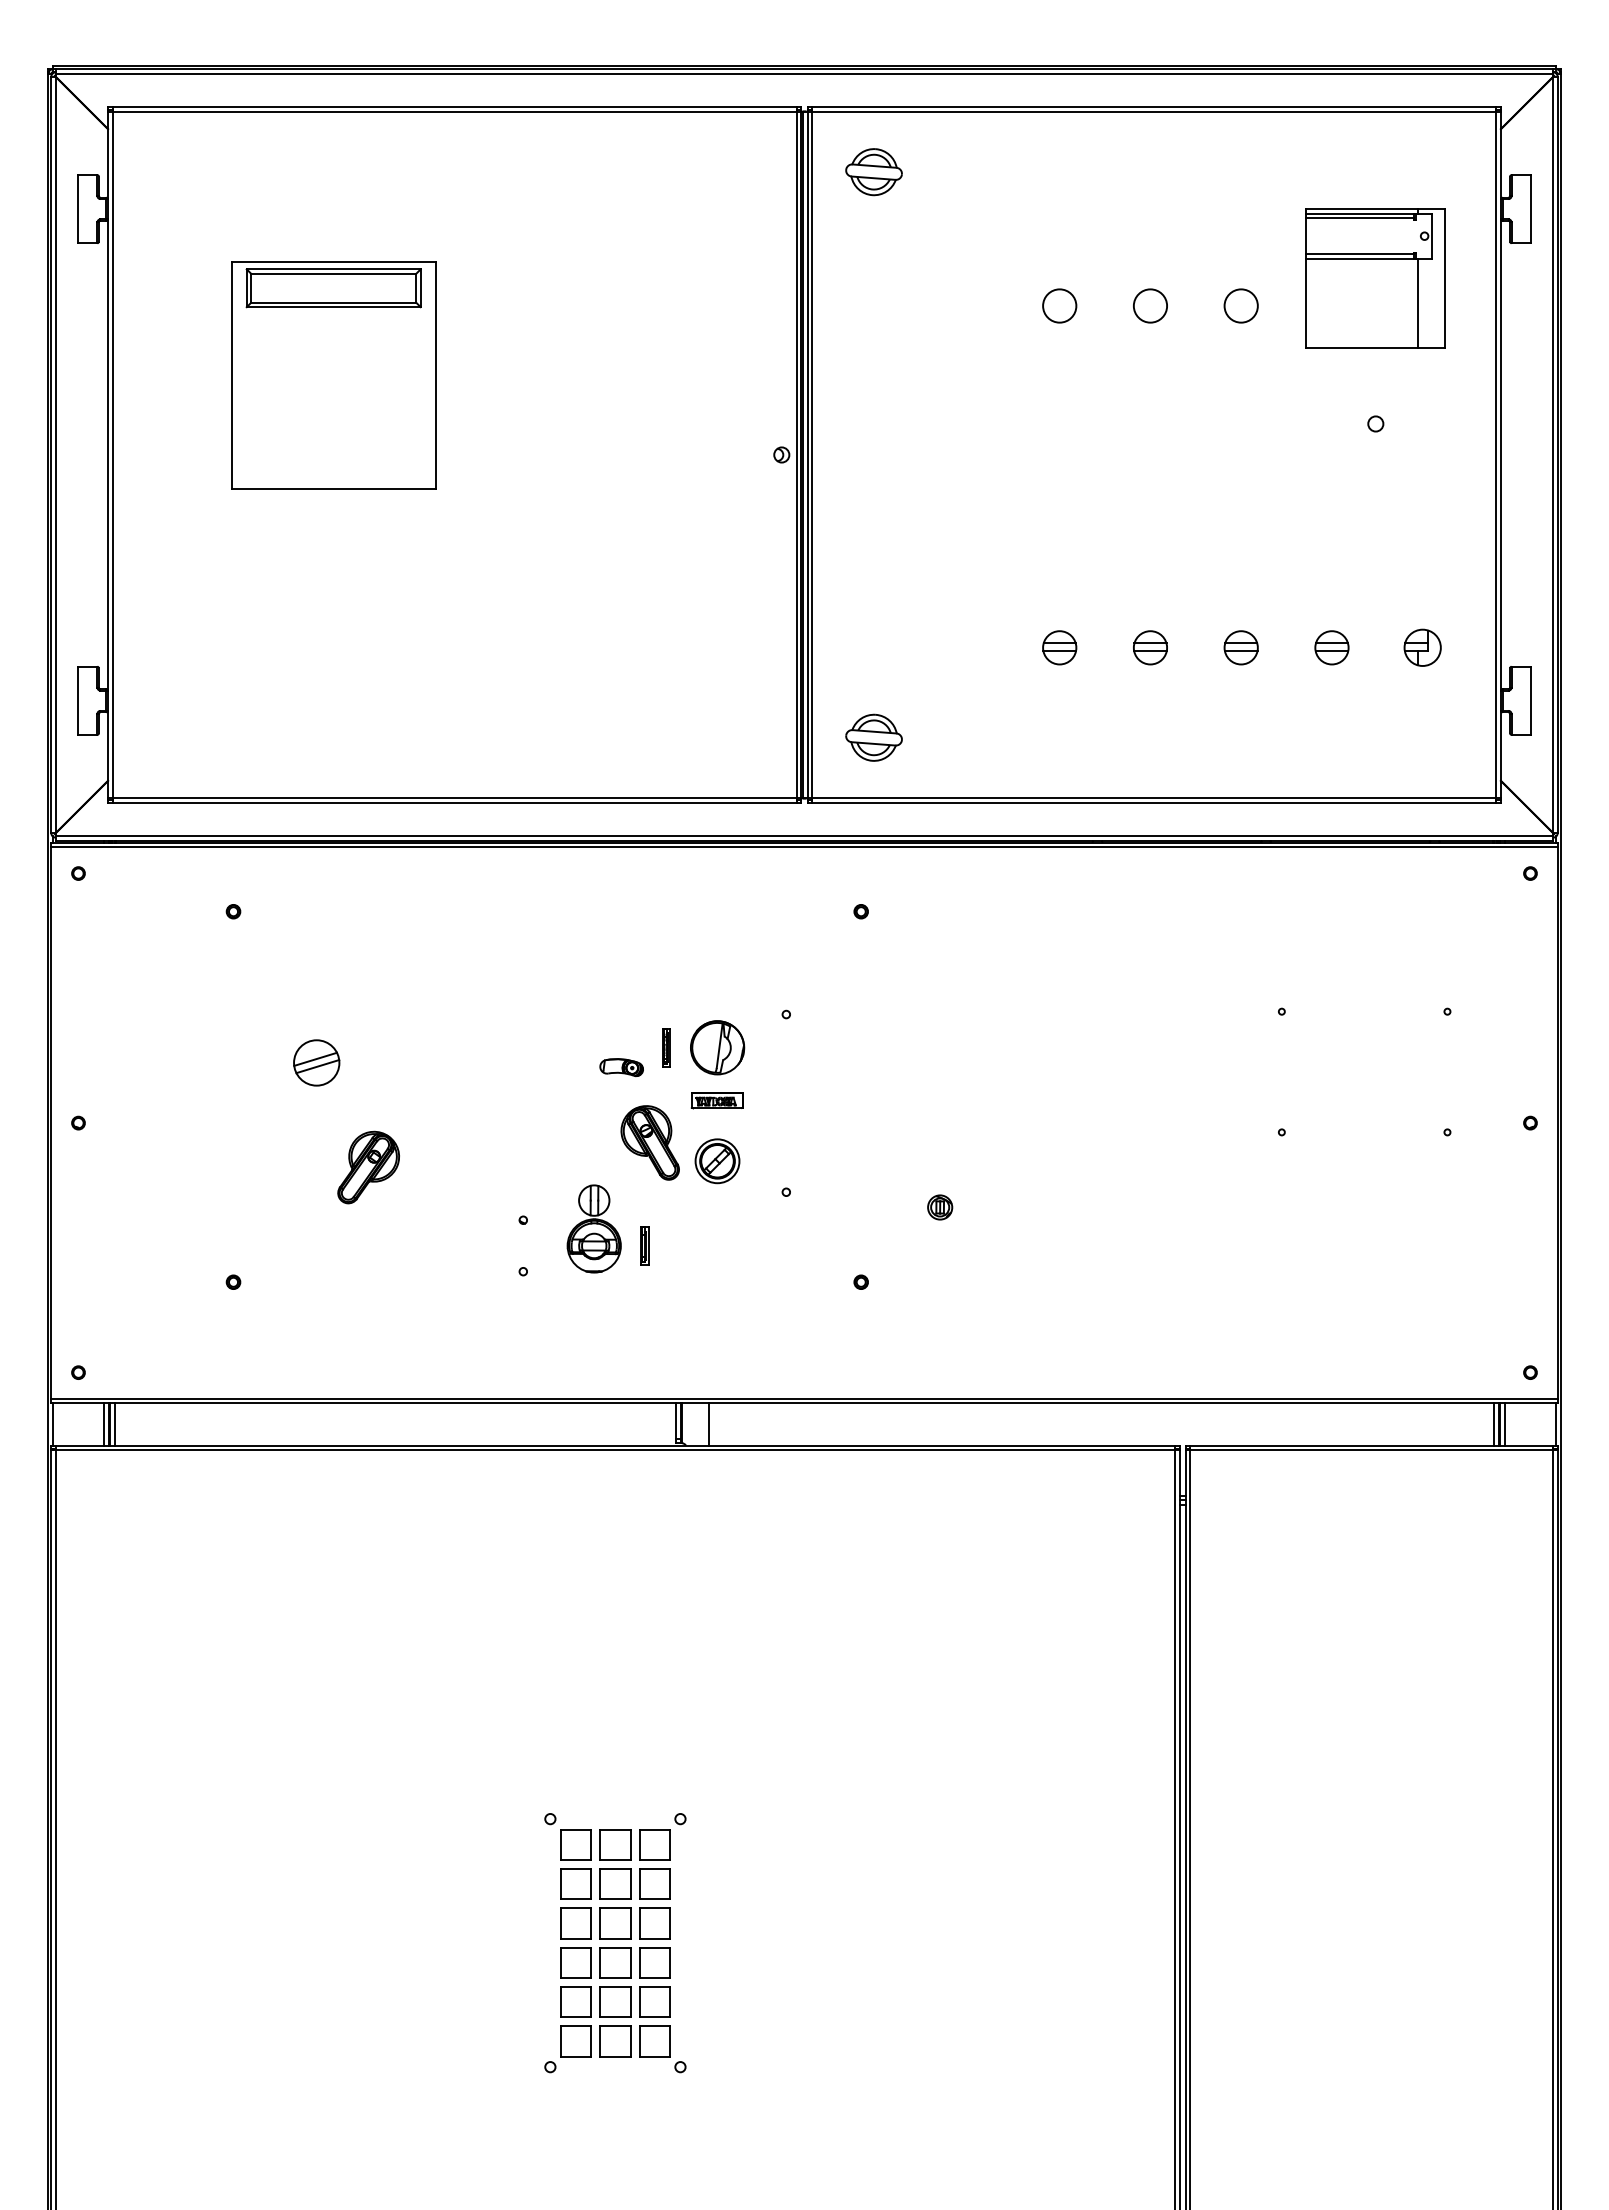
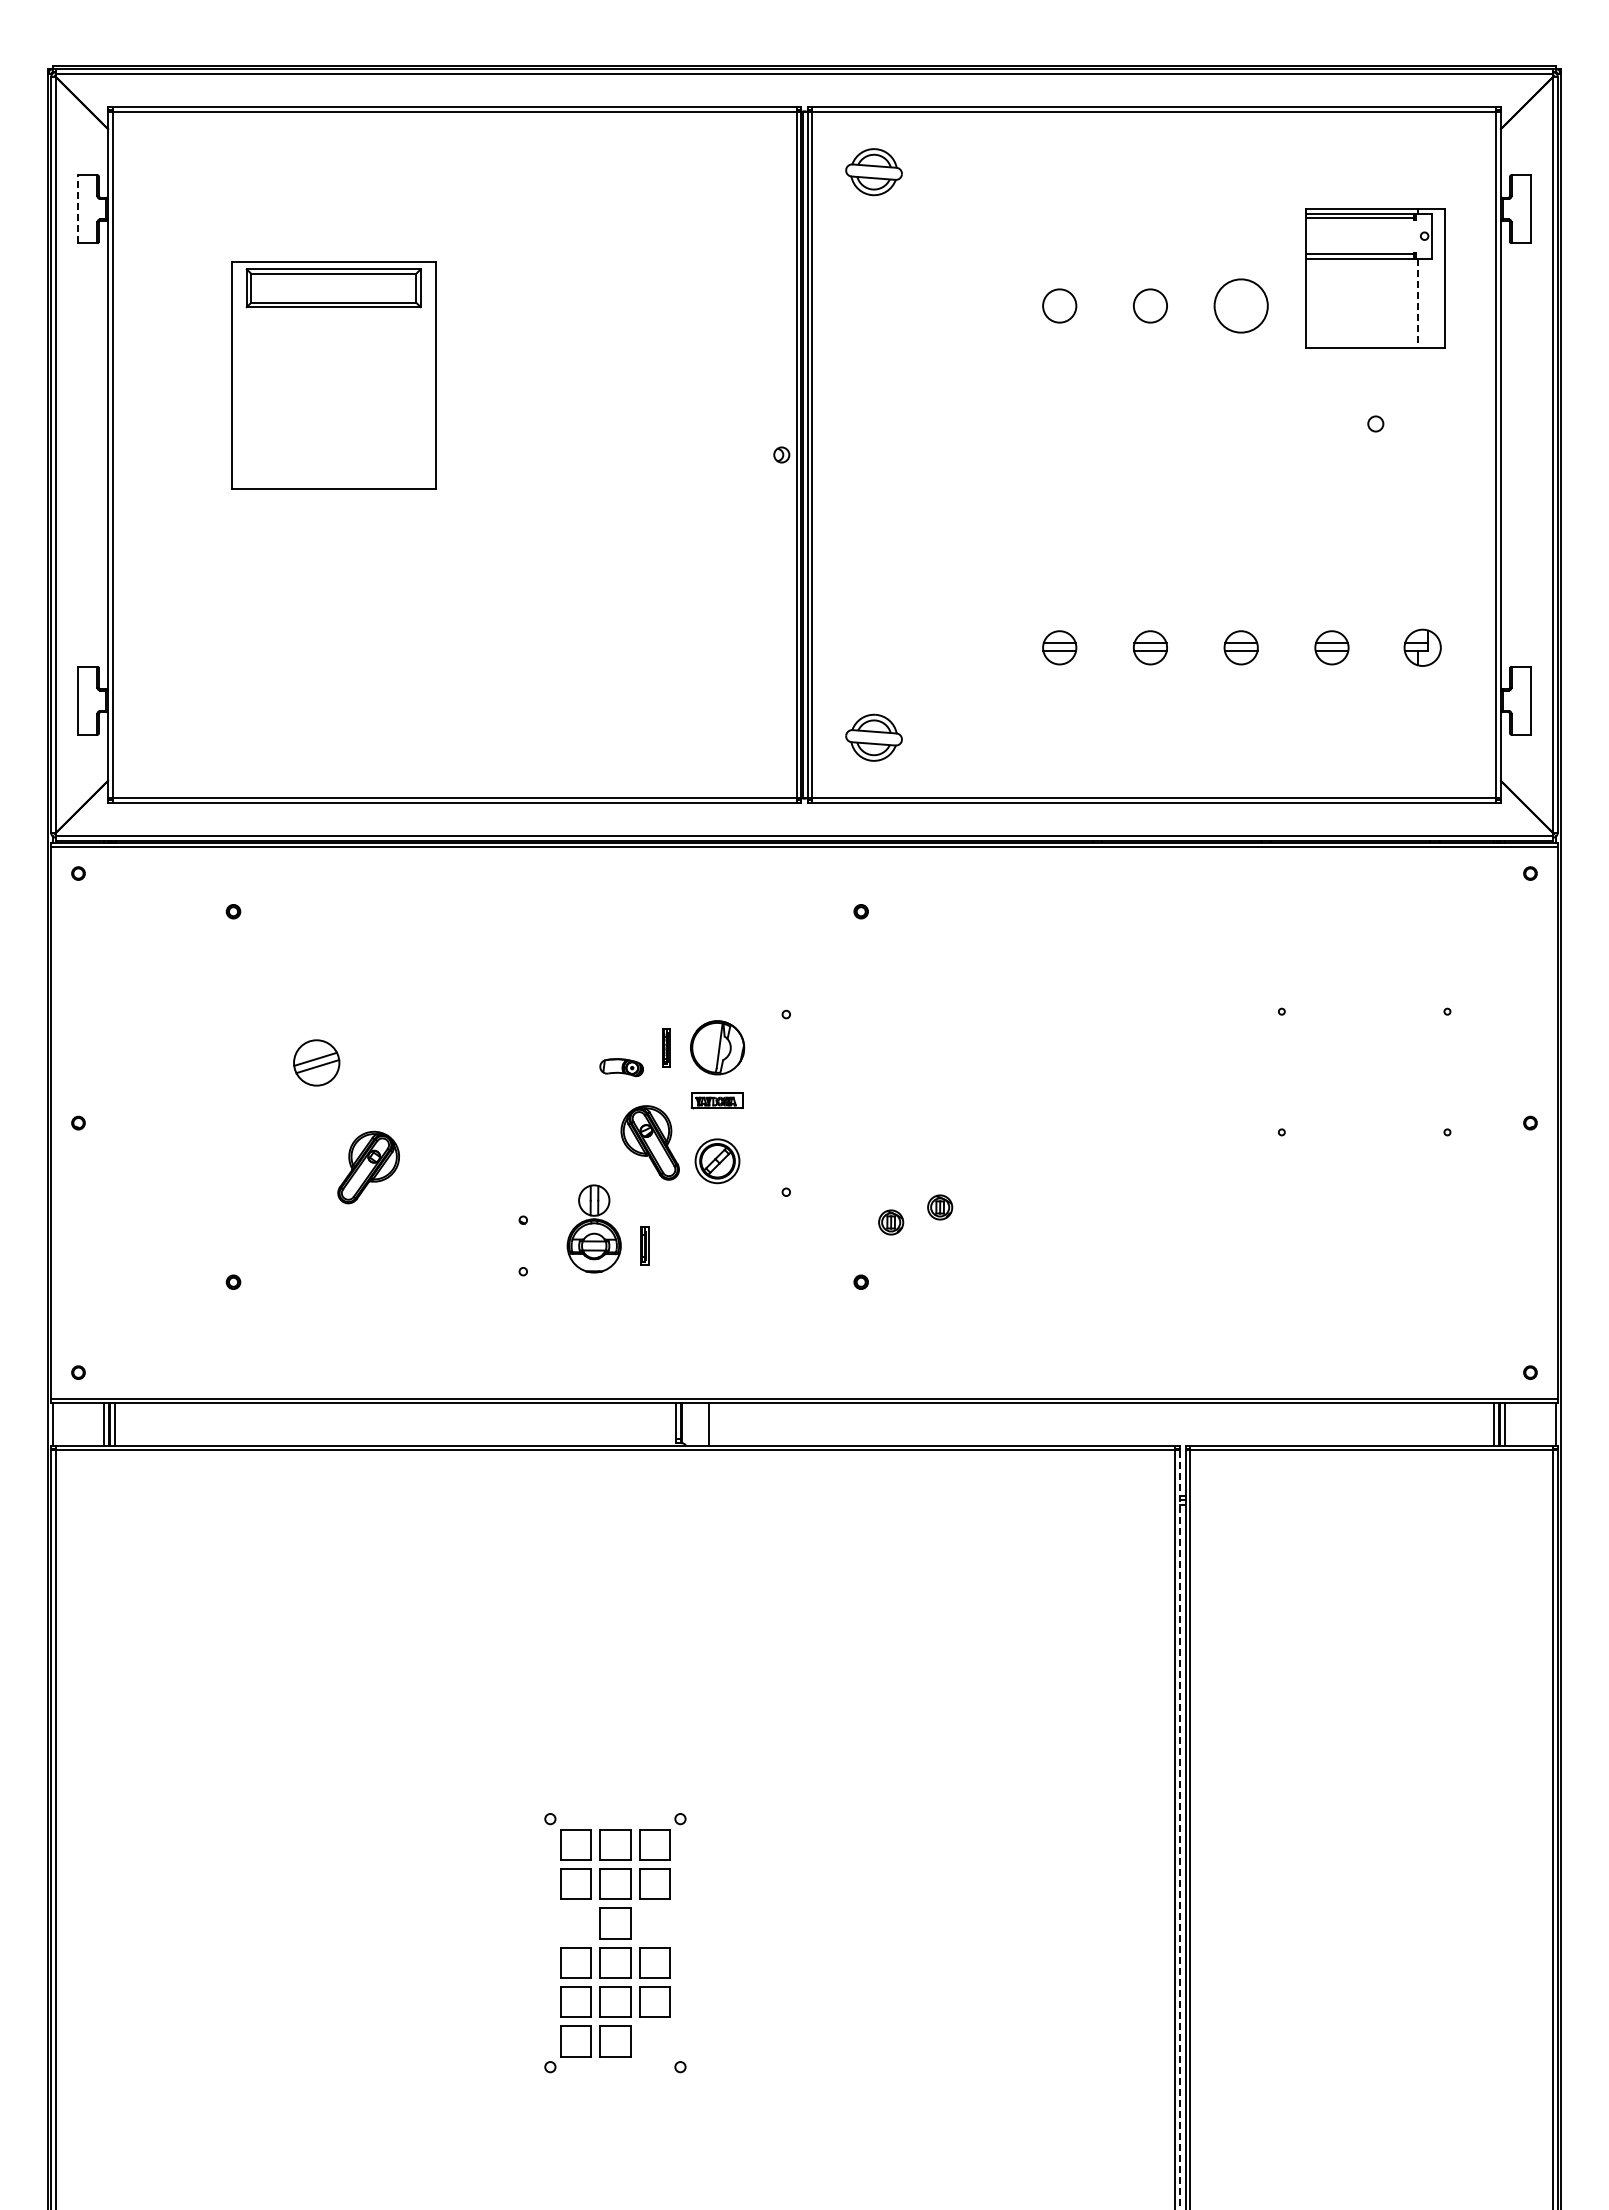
line at (77, 208): solid -> dashed
line at (1418, 303): solid -> dashed
circle at (1240, 305) diameter: 33 px -> 53 px
part at (891, 1222): none -> present
line at (1179, 1830): solid -> dashed
part at (575, 1923): present -> none
part at (654, 1923): present -> none
part at (654, 2041): present -> none
